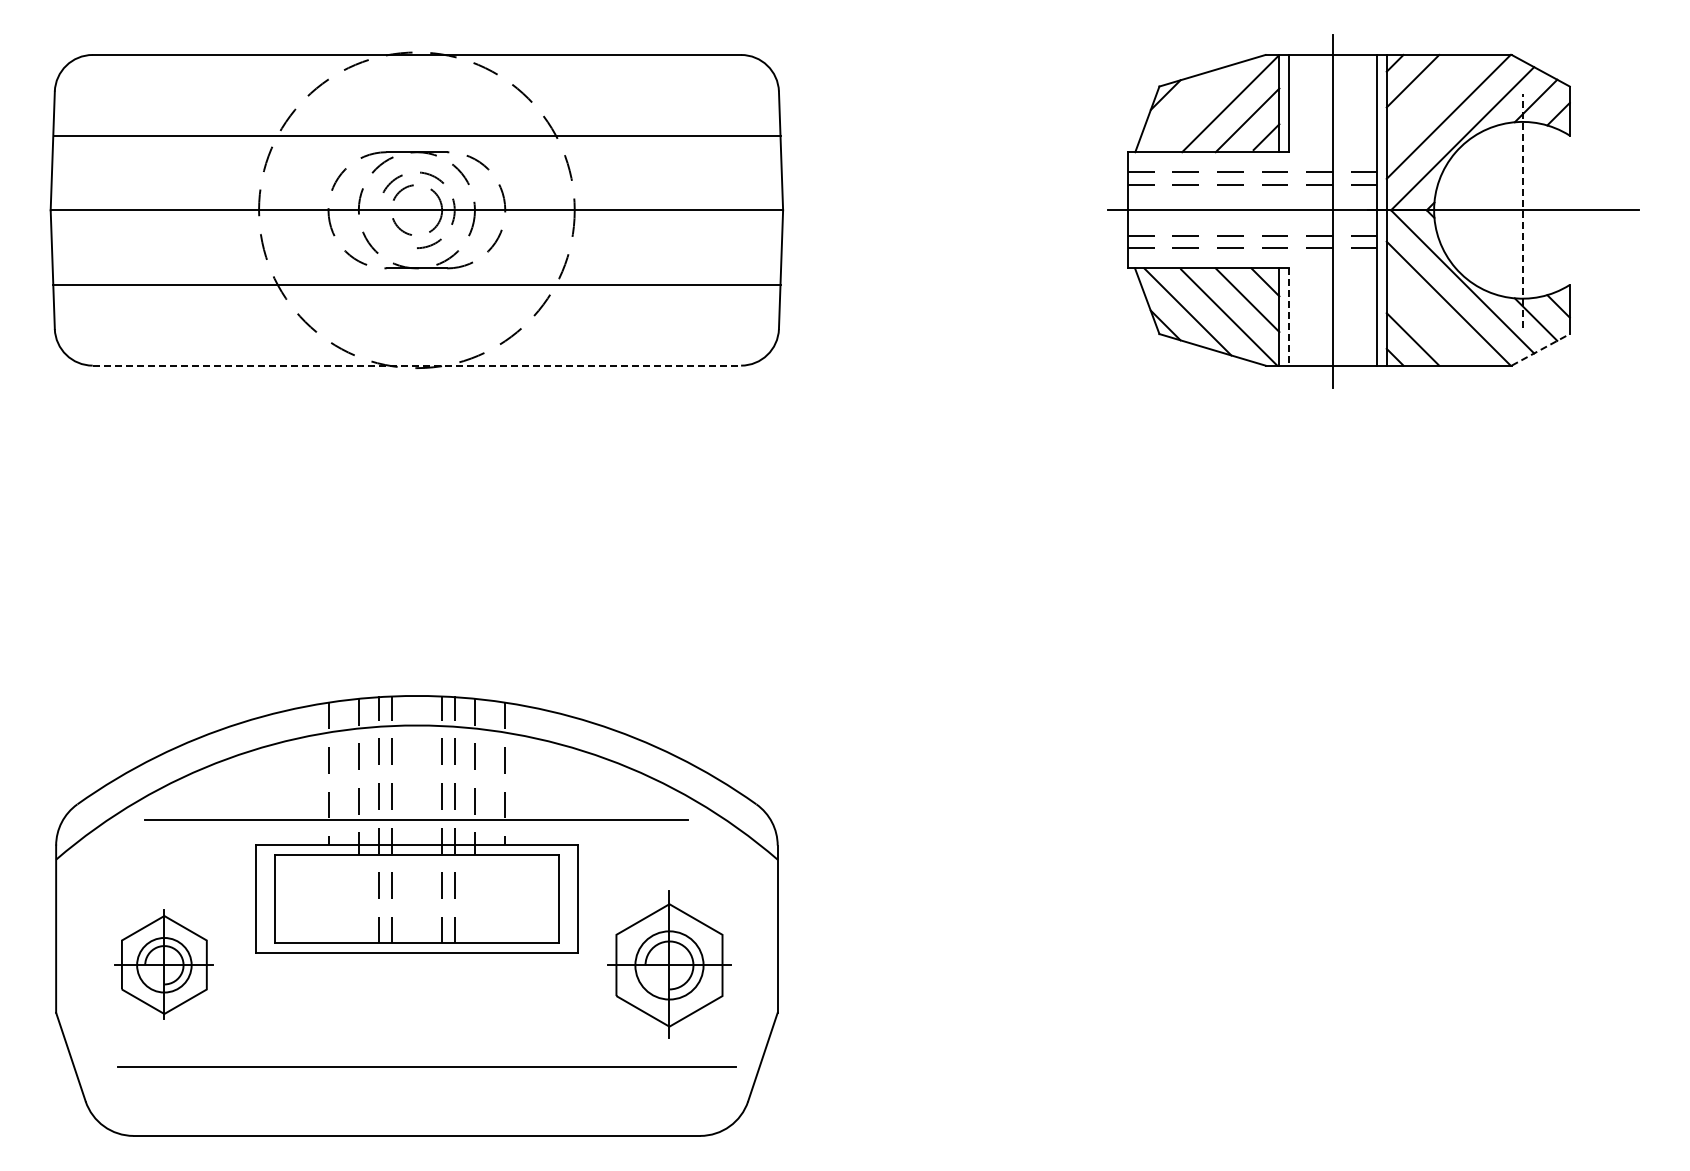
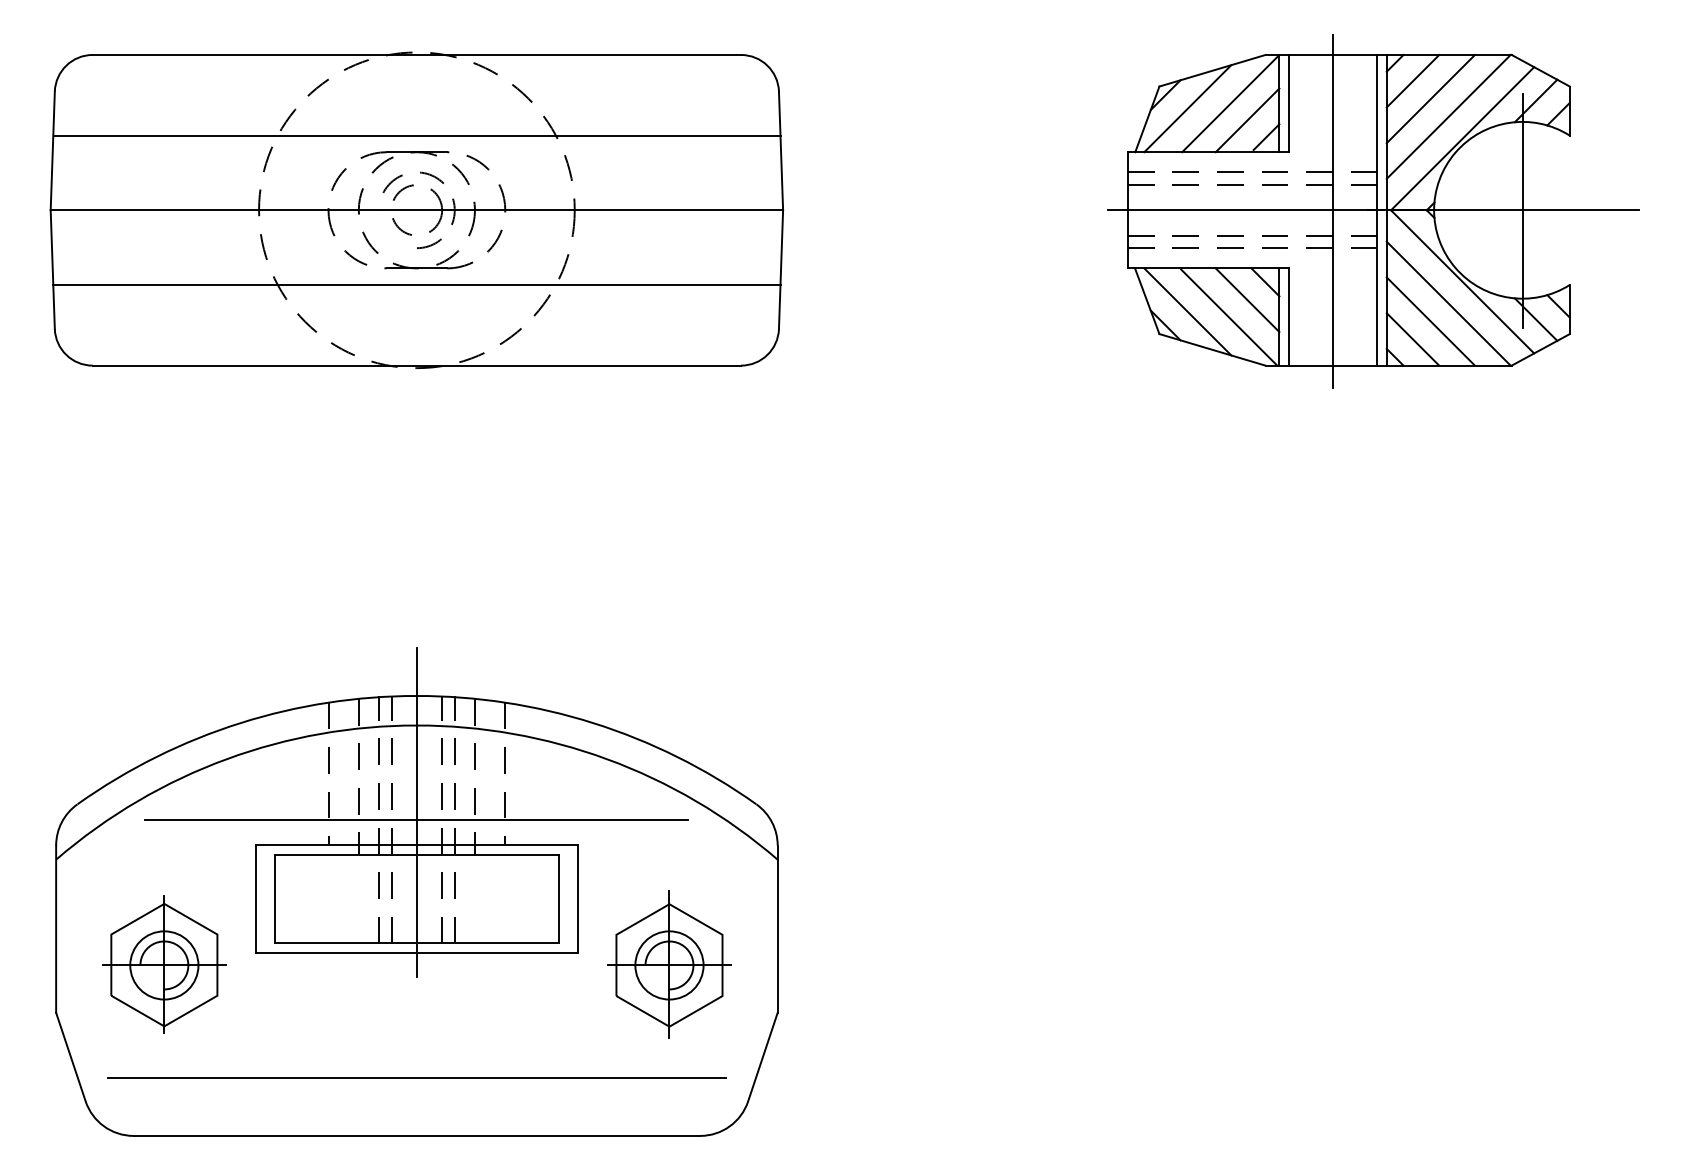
line at (1430, 98): none -> present
line at (1187, 108): none -> present
line at (1522, 211): dashed -> solid
line at (1288, 317): dashed -> solid
line at (1430, 321): none -> present
line at (1541, 349): dashed -> solid
line at (417, 365): dashed -> solid
line at (416, 812): none -> present
part at (163, 964) size: 100x111 px -> 125x139 px
line at (426, 1066) position: (426, 1066) -> (416, 1077)
